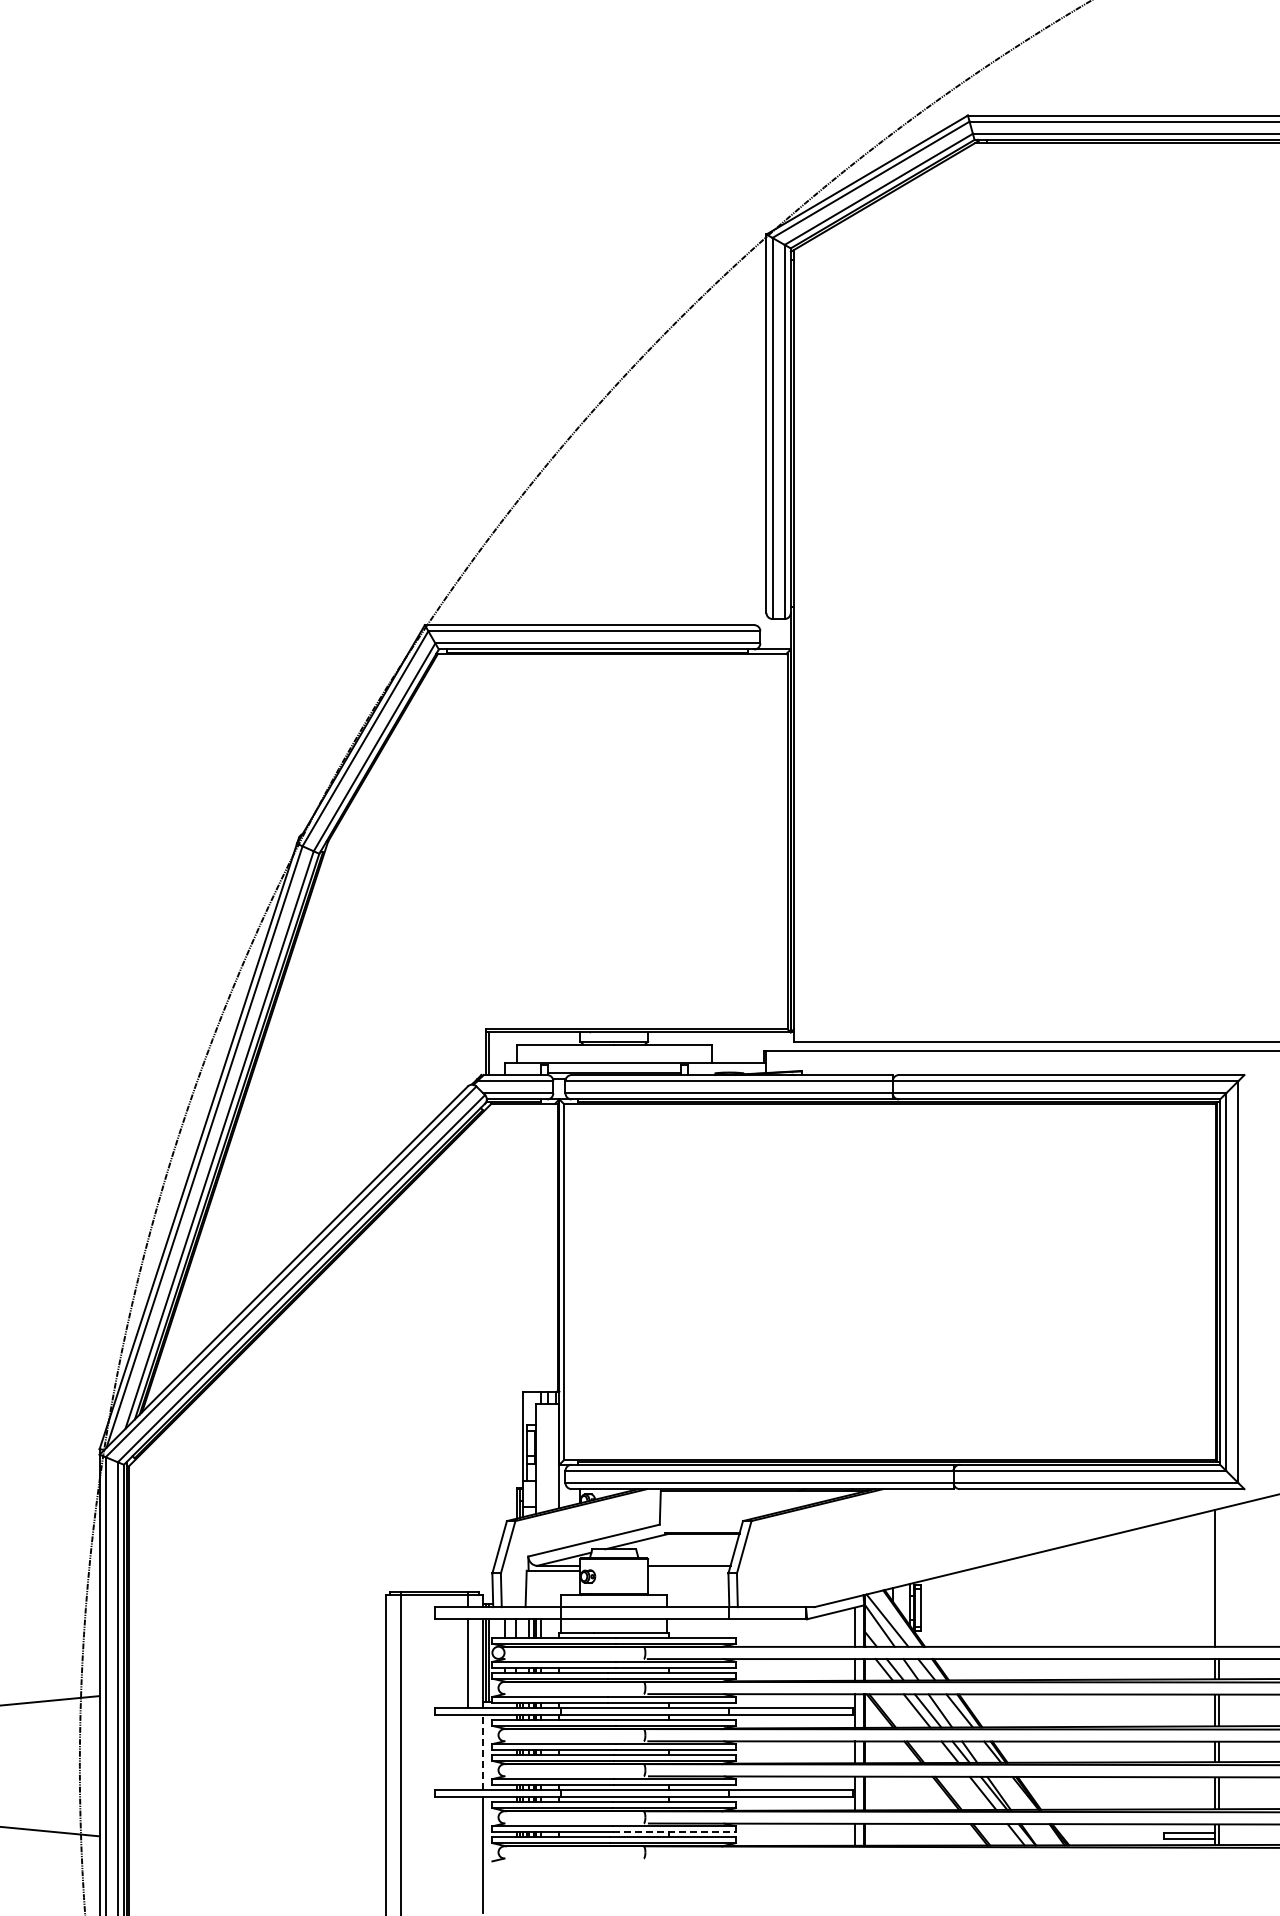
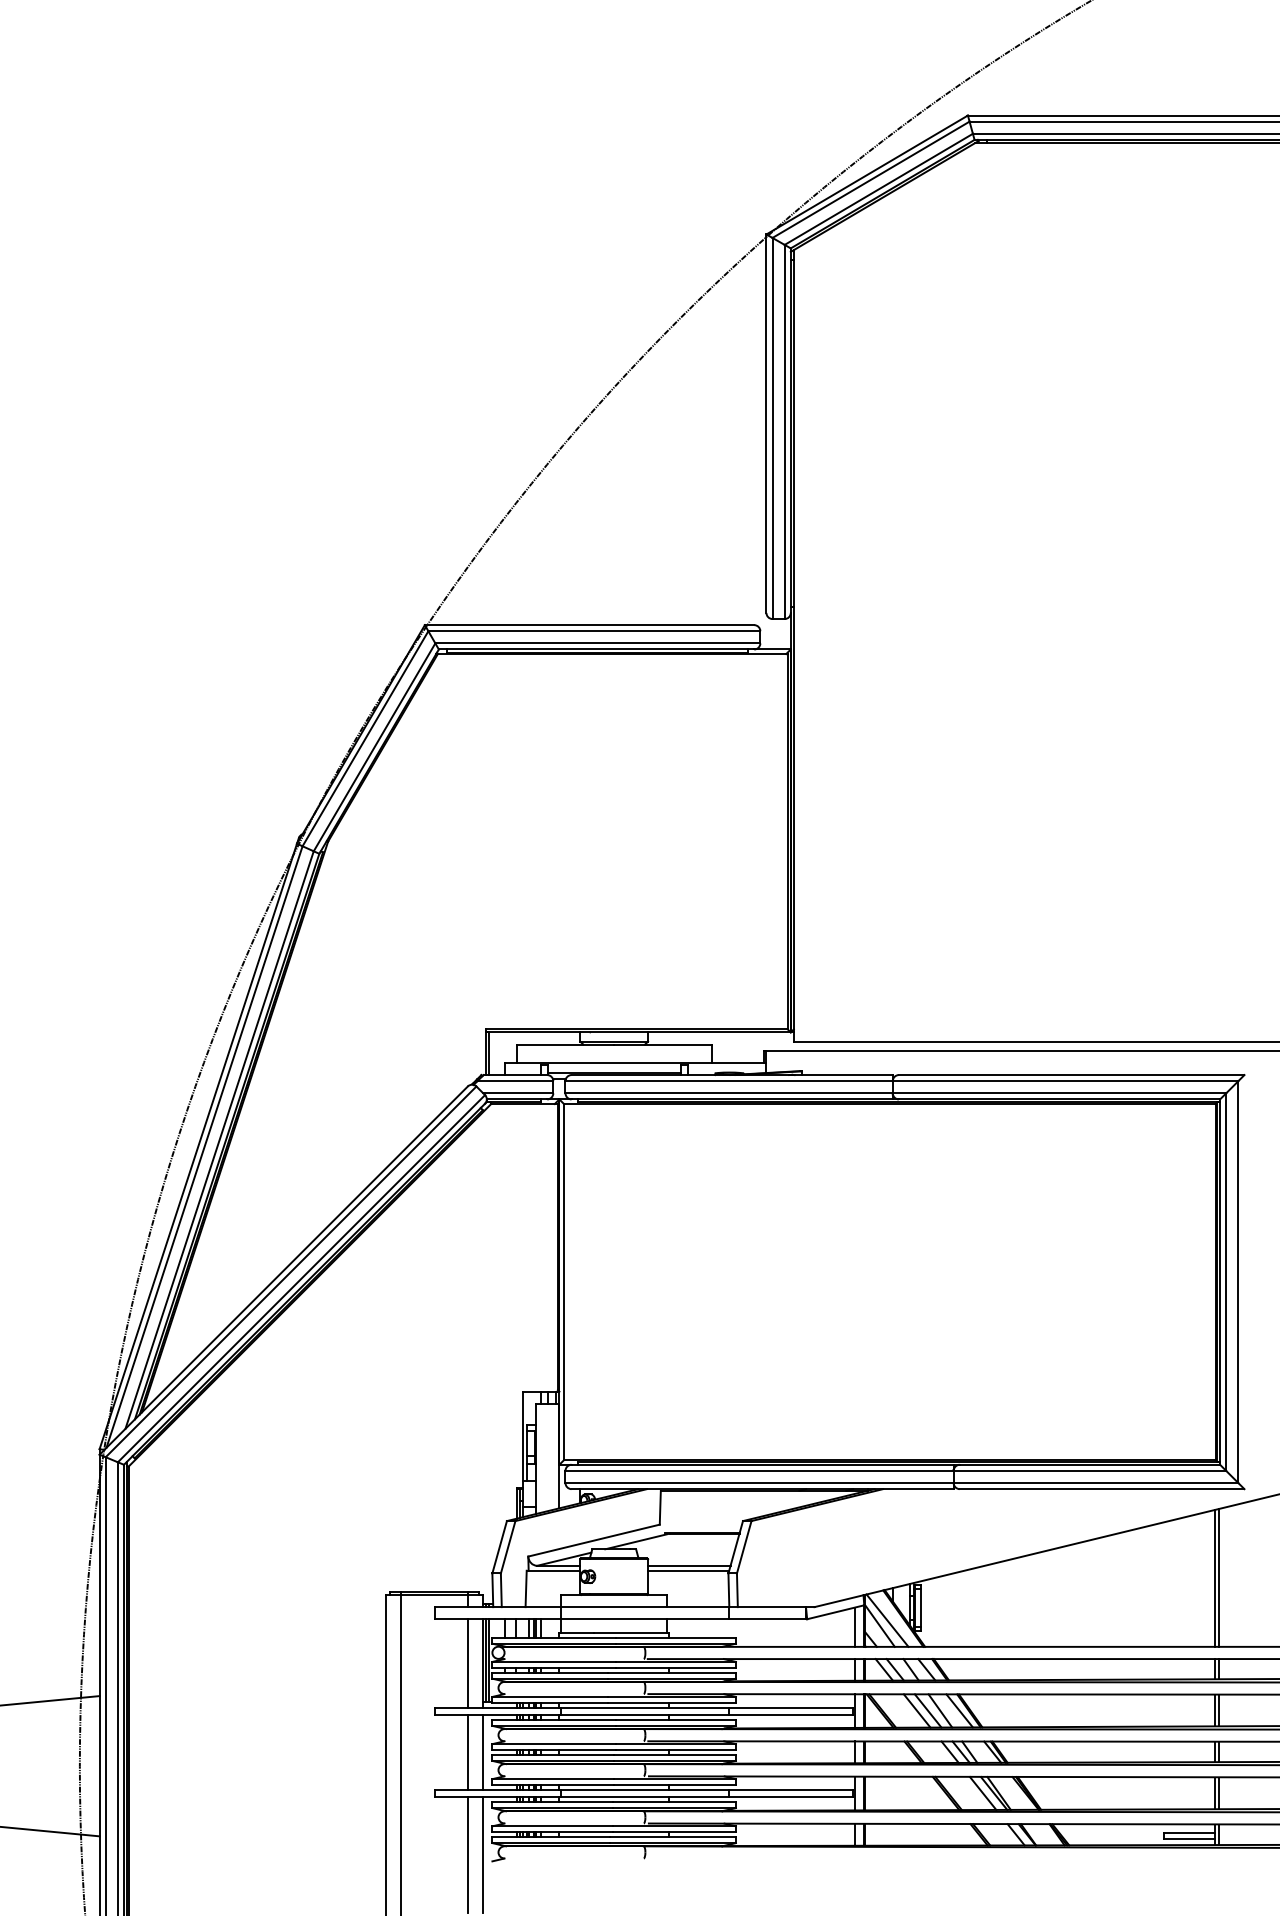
line at (688, 1570): none -> present
line at (1218, 1577): none -> present
line at (468, 1752): none -> present
line at (483, 1752): dashed -> solid
line at (675, 1832): dashed -> solid
line at (468, 1854): none -> present
